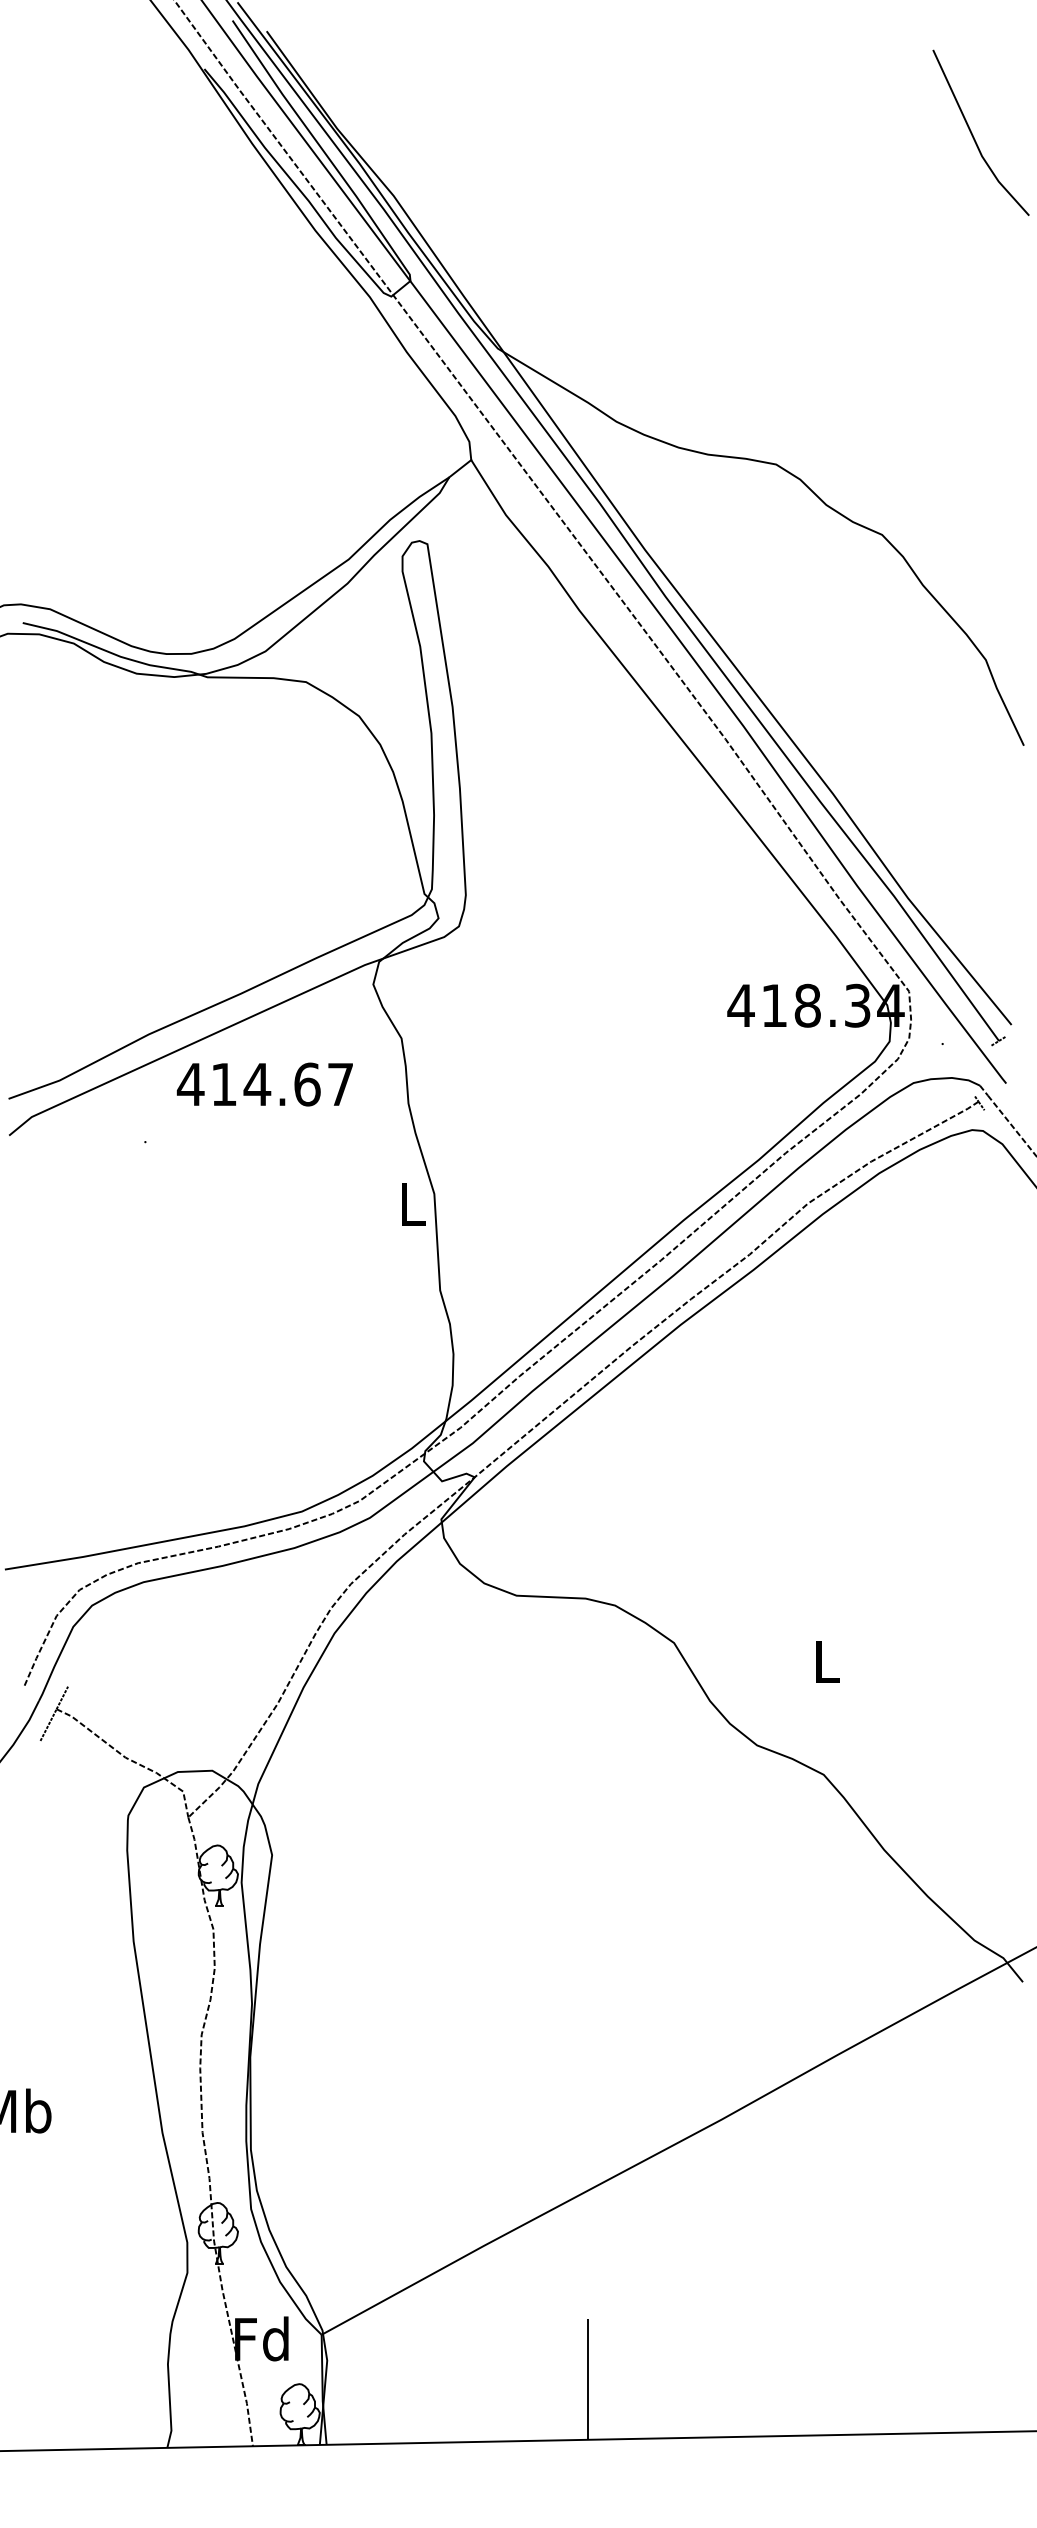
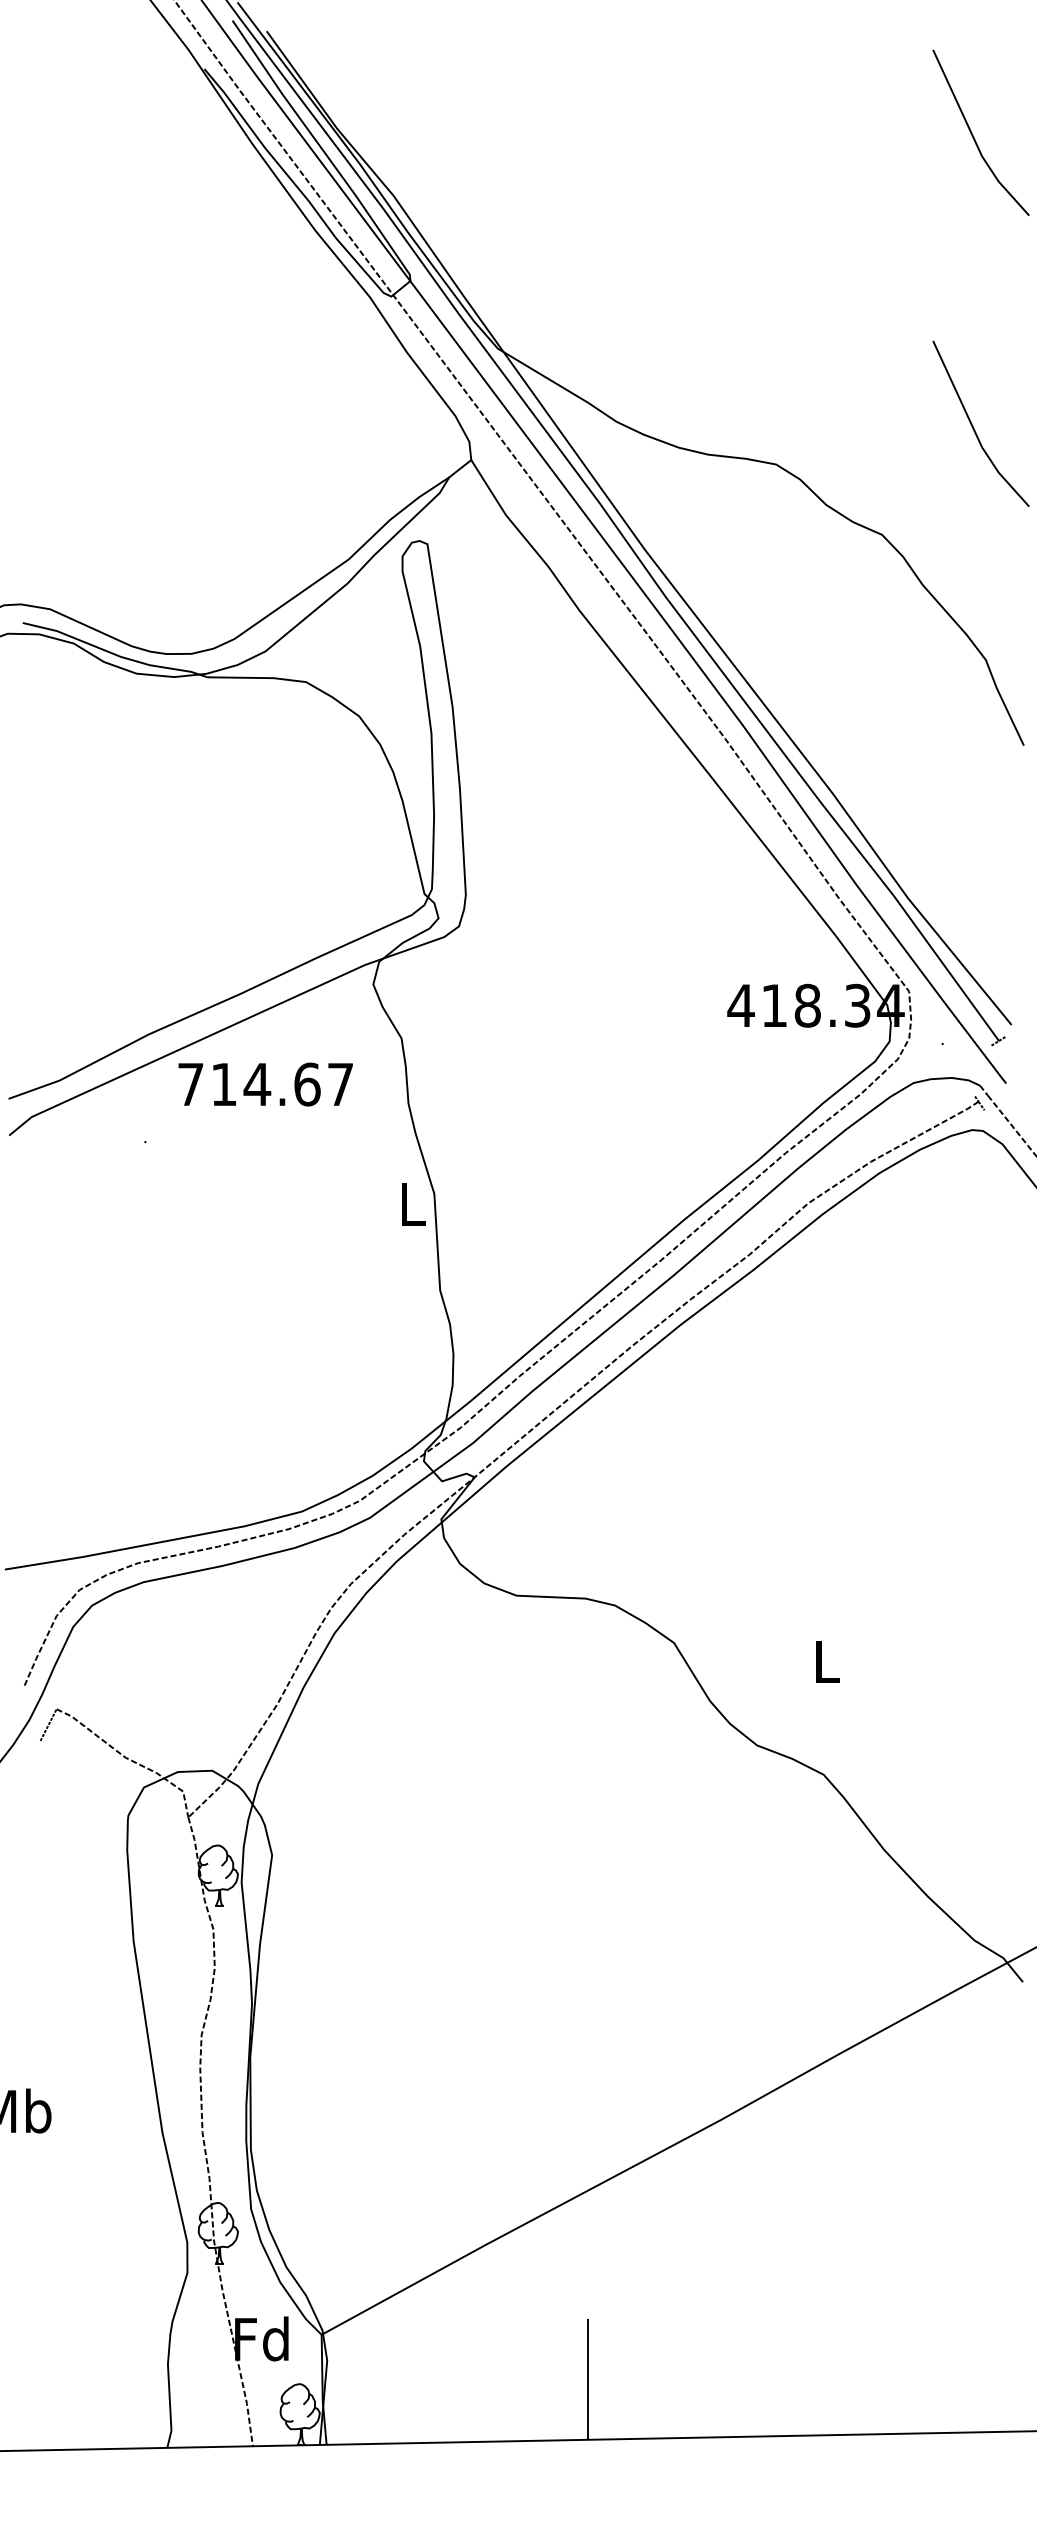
line at (973, 426): none -> present
text at (190, 1084): 414.67 -> 714.67
line at (62, 1697): present -> none
